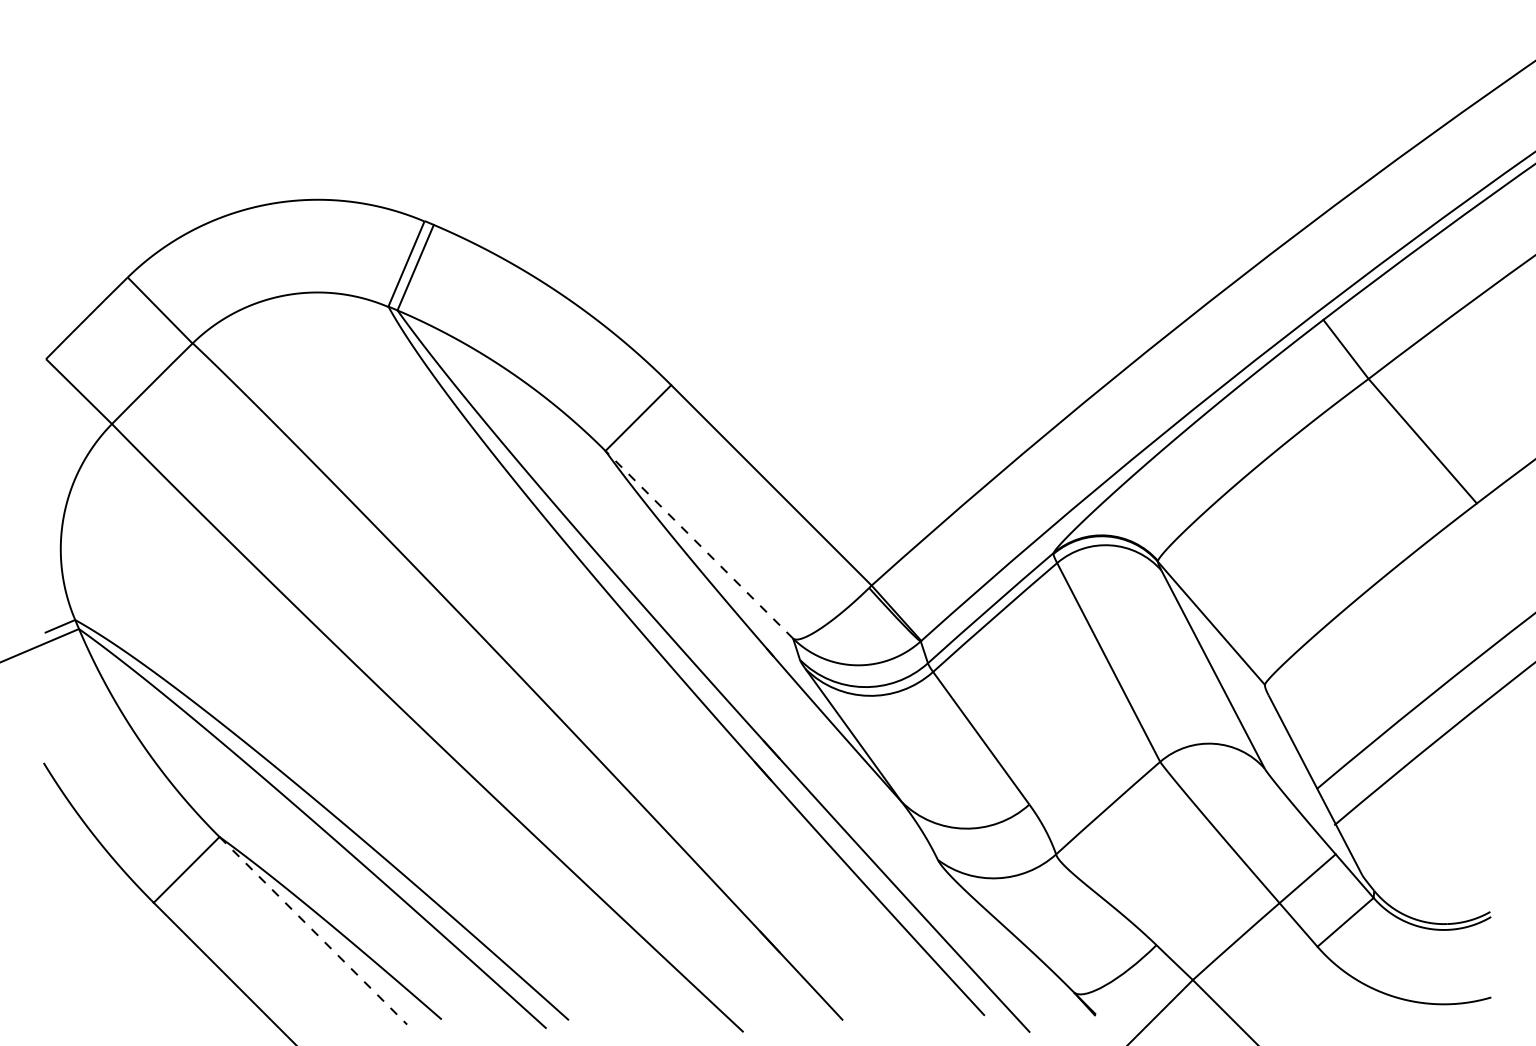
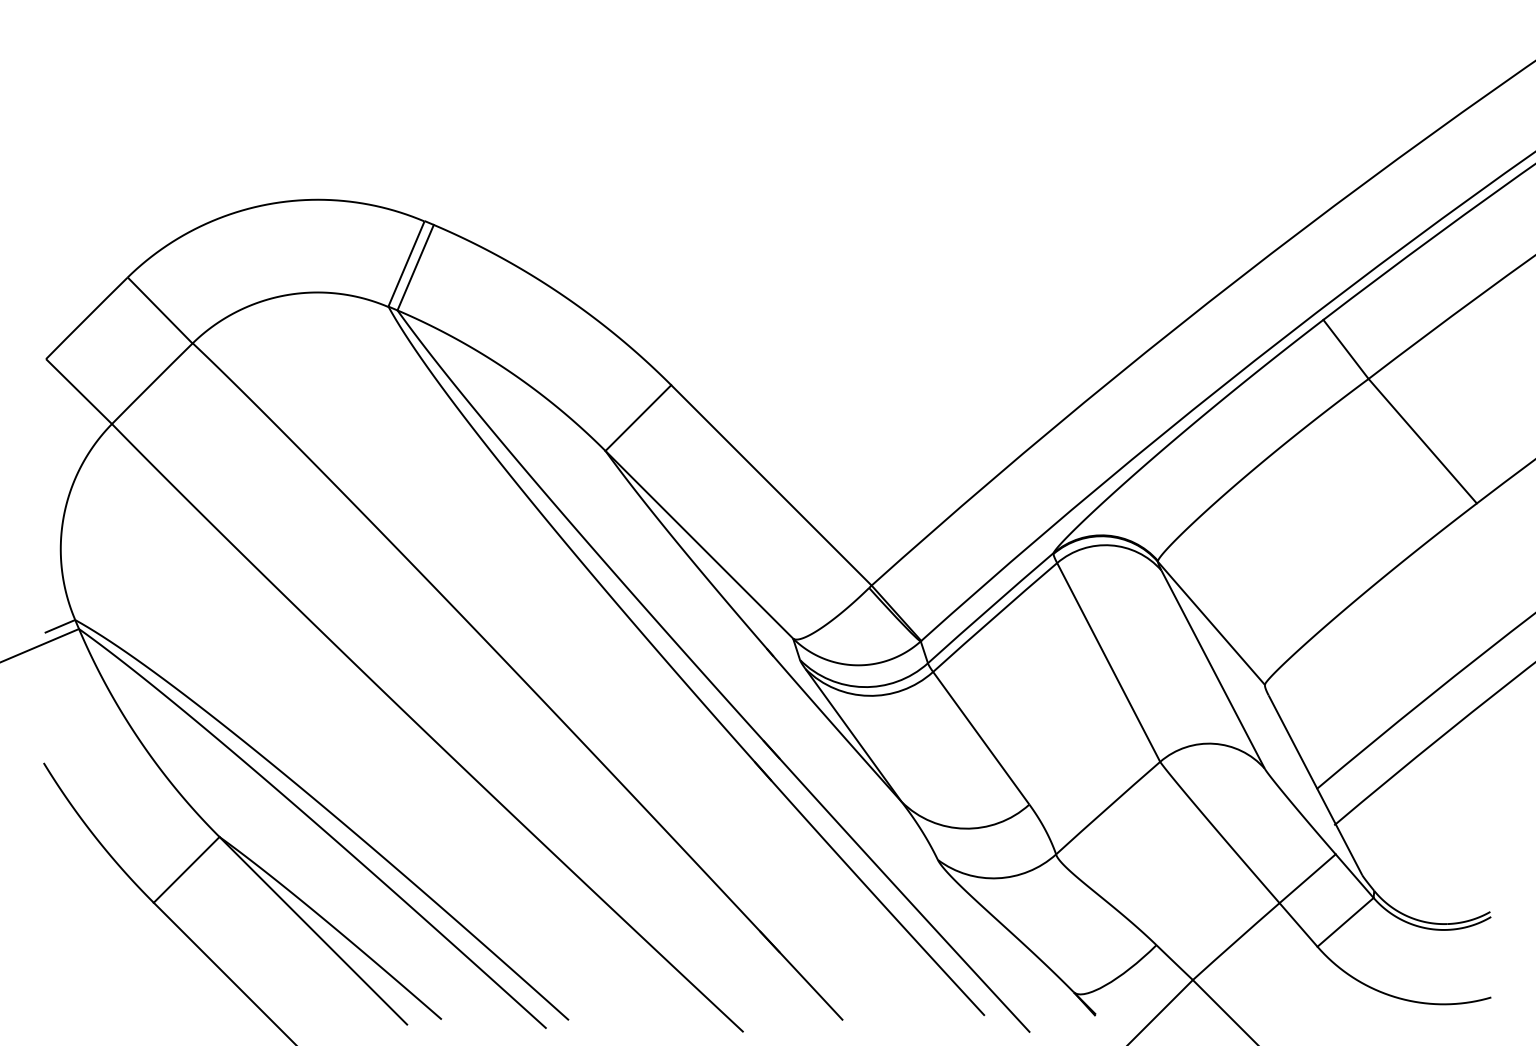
line at (699, 544): dashed -> solid
line at (313, 930): dashed -> solid
